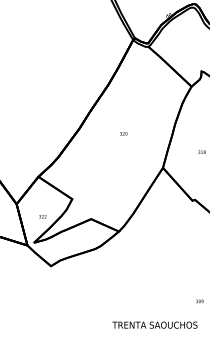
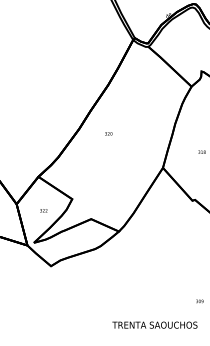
text at (123, 133) position: (123, 133) -> (108, 133)
text at (42, 216) position: (42, 216) -> (43, 210)
